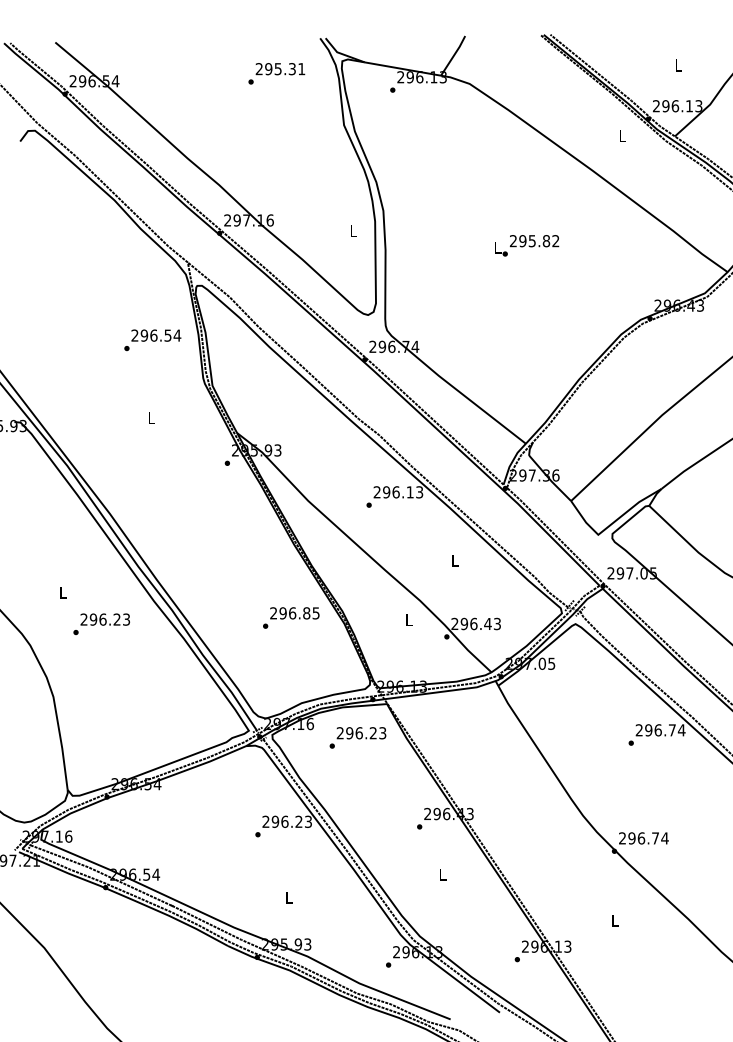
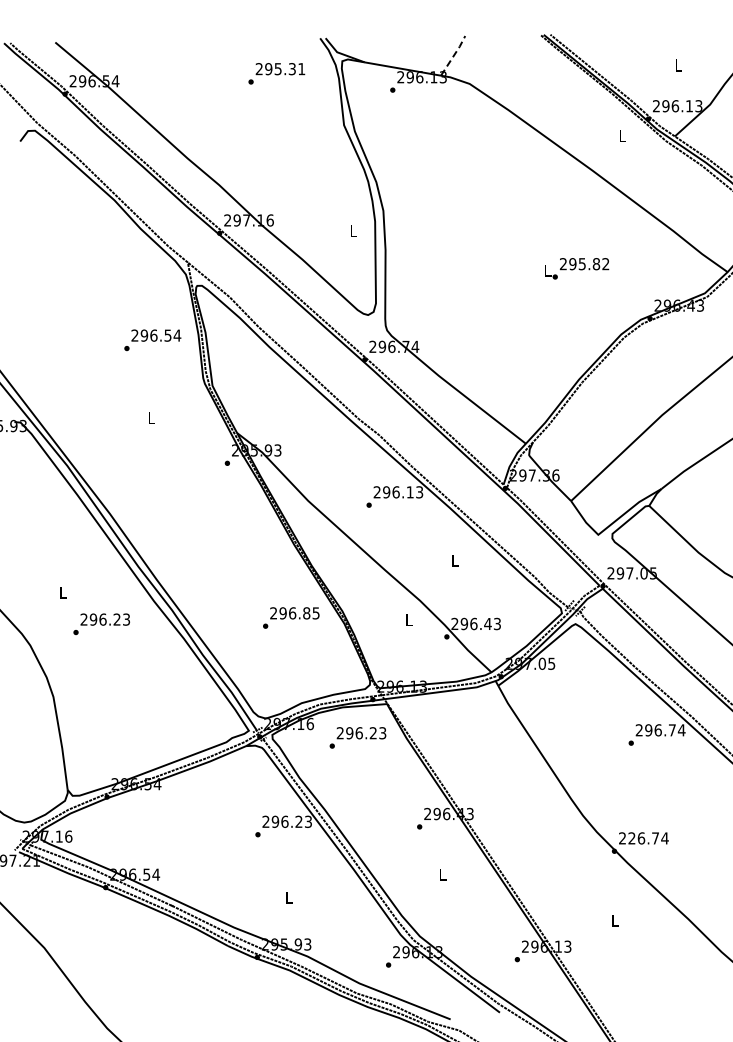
line at (454, 55): solid -> dashed
text at (527, 245) position: (527, 245) -> (577, 268)
text at (631, 838): 296.74 -> 226.74
